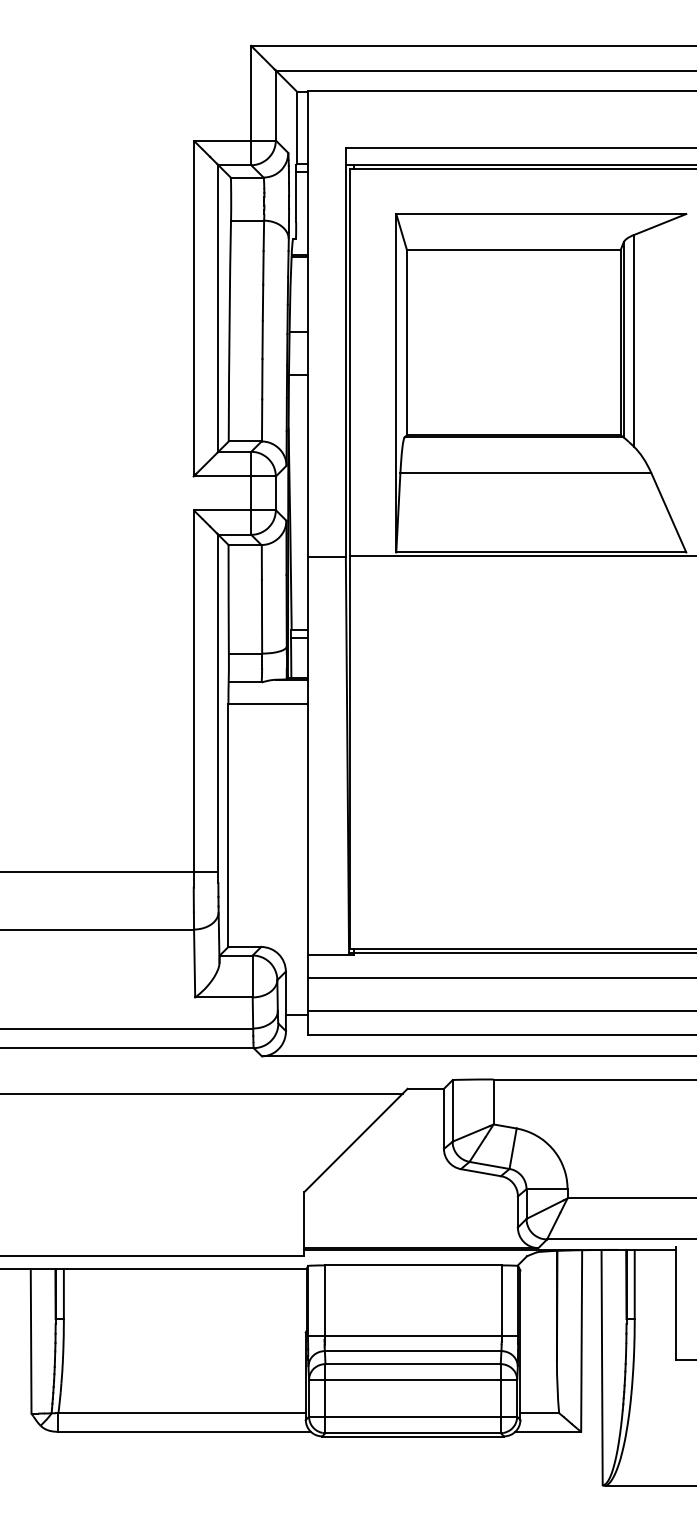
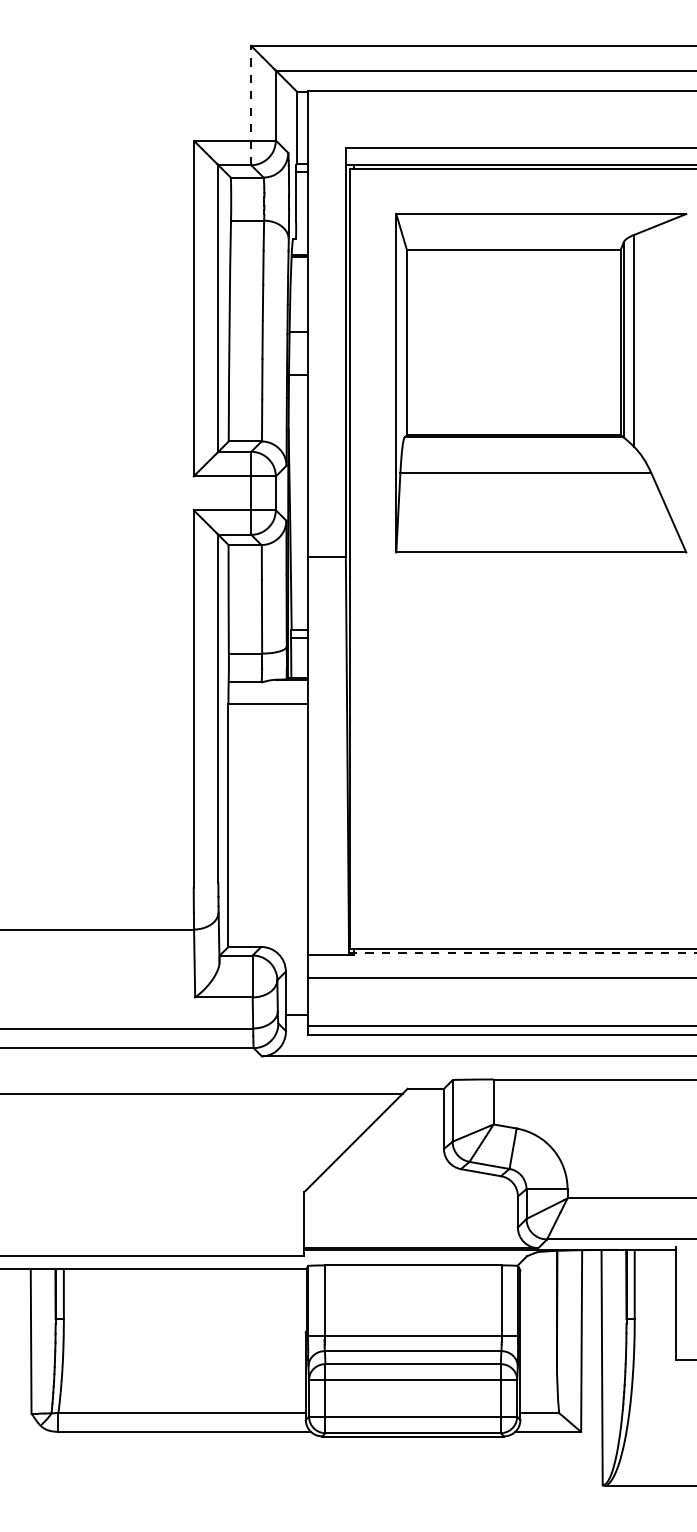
line at (251, 105): solid -> dashed
line at (521, 556): present -> none
line at (110, 871): present -> none
line at (523, 953): solid -> dashed
line at (500, 1010) position: (500, 1010) -> (500, 1025)
